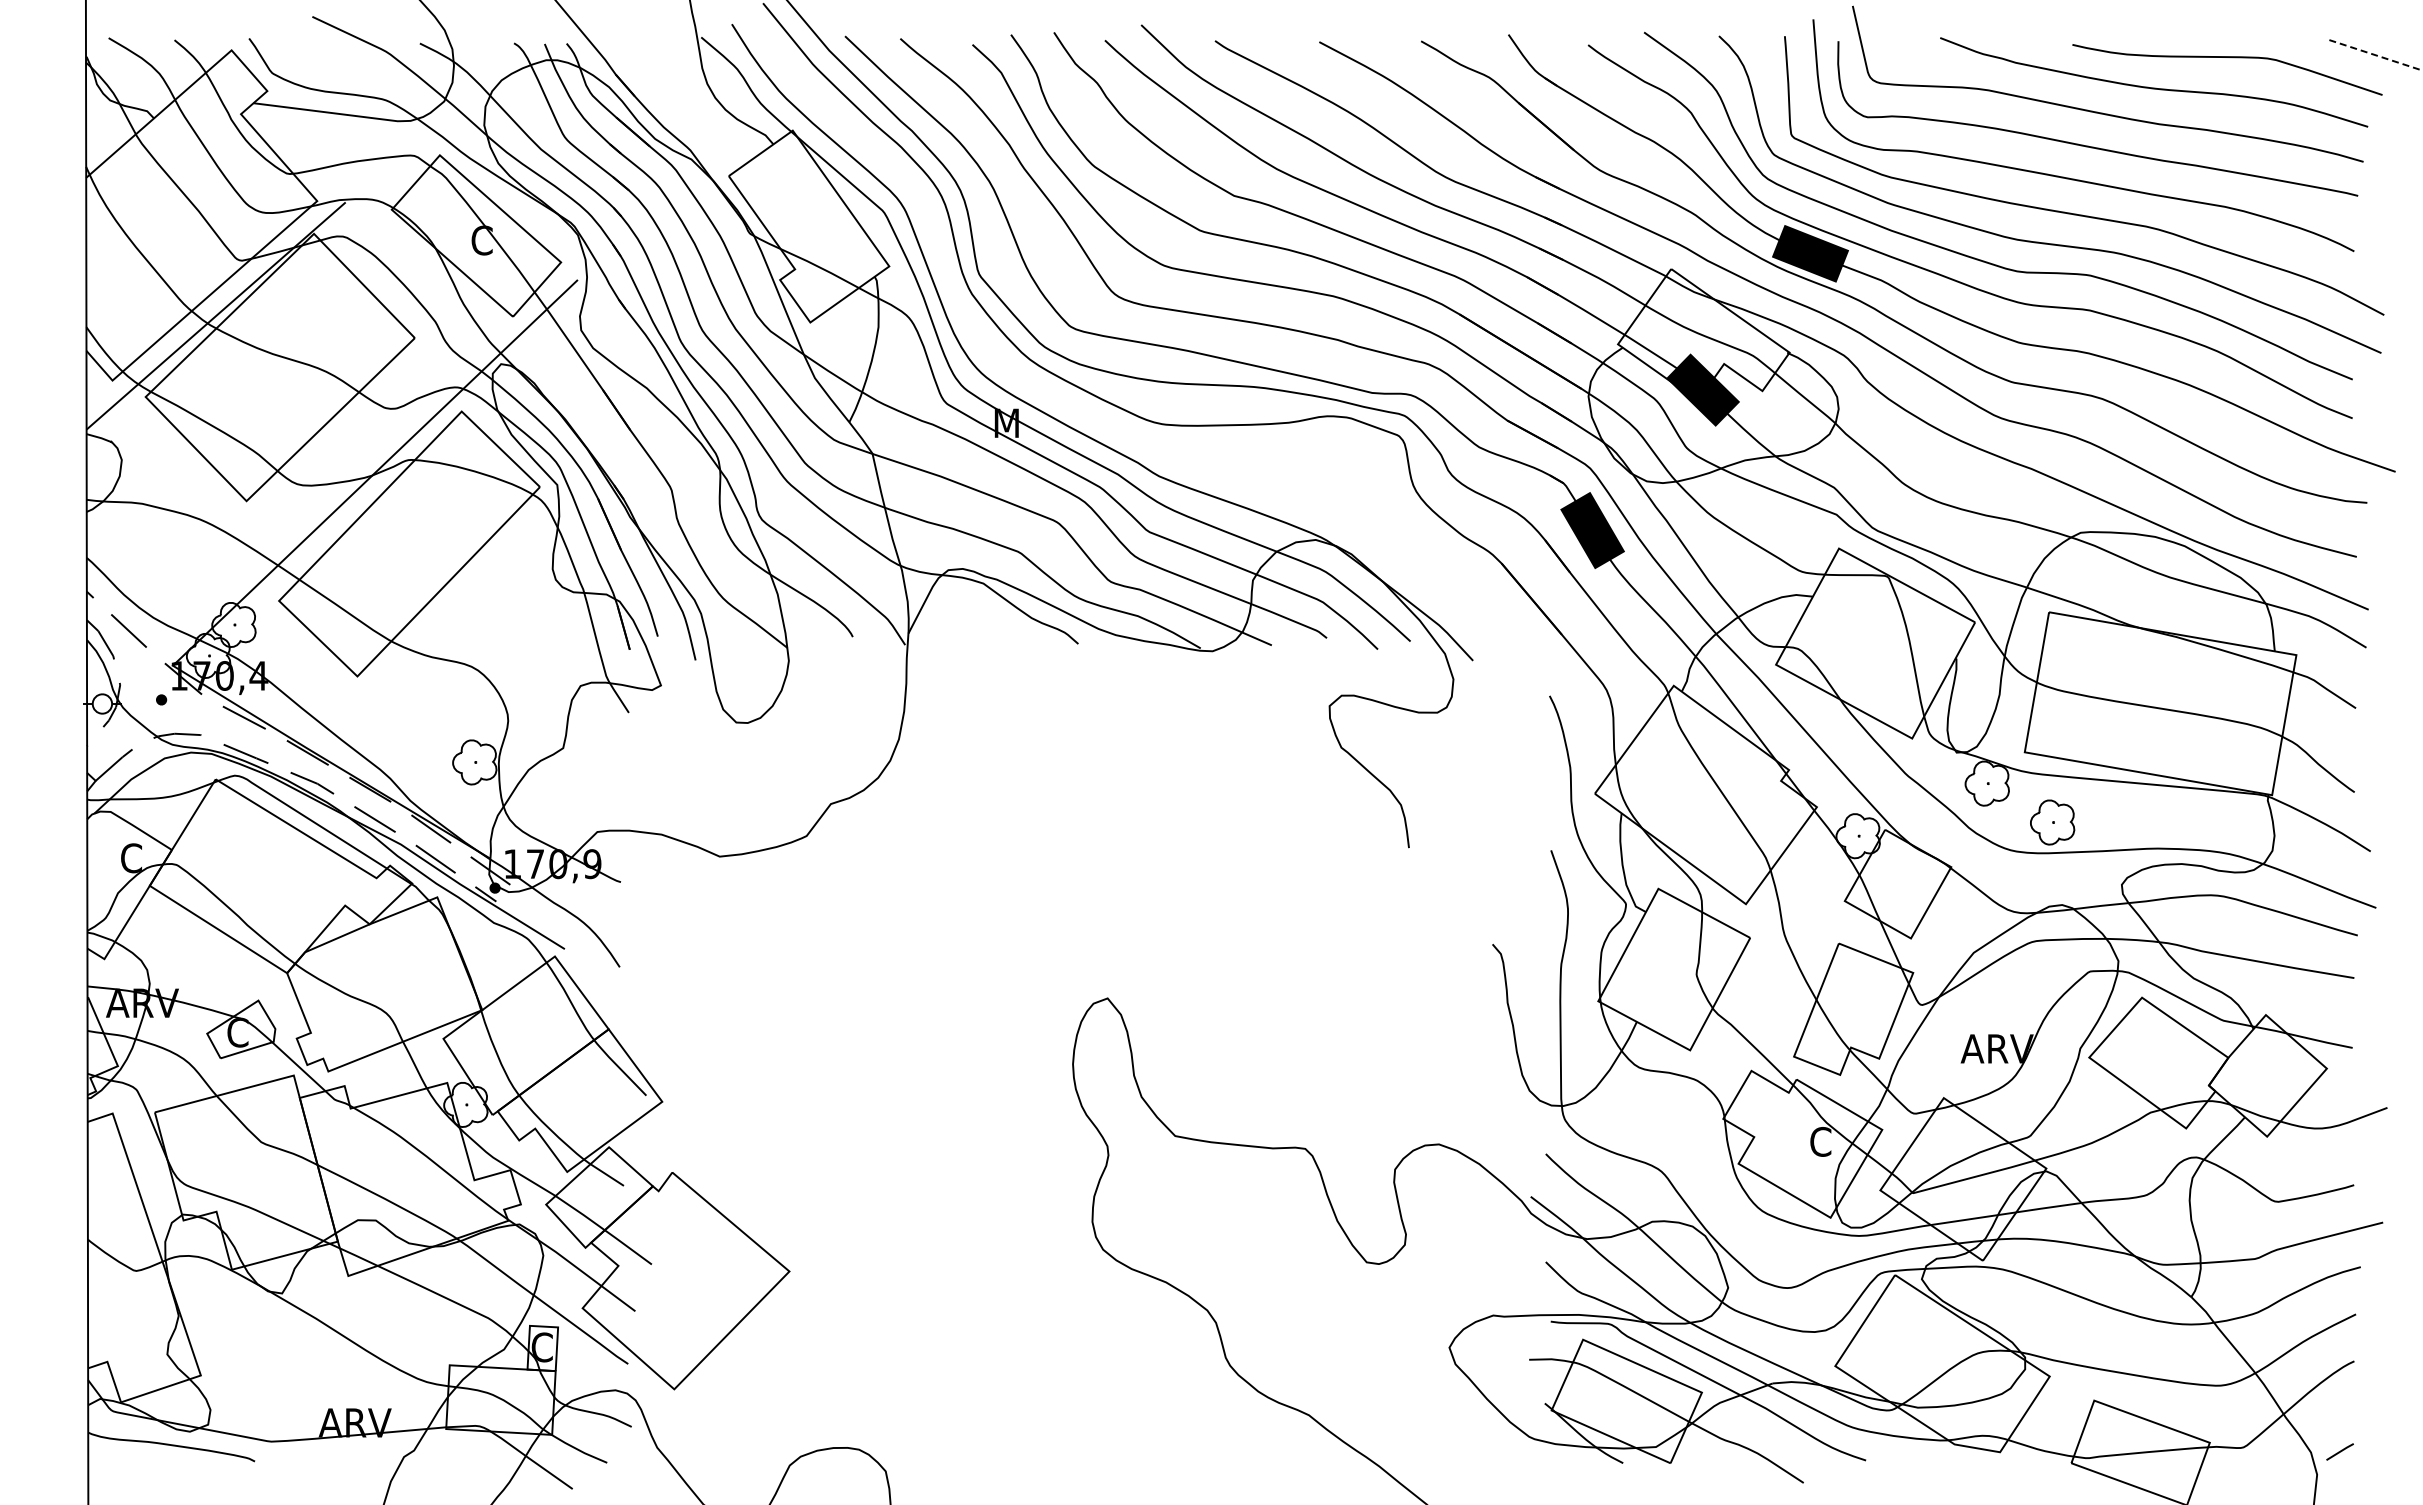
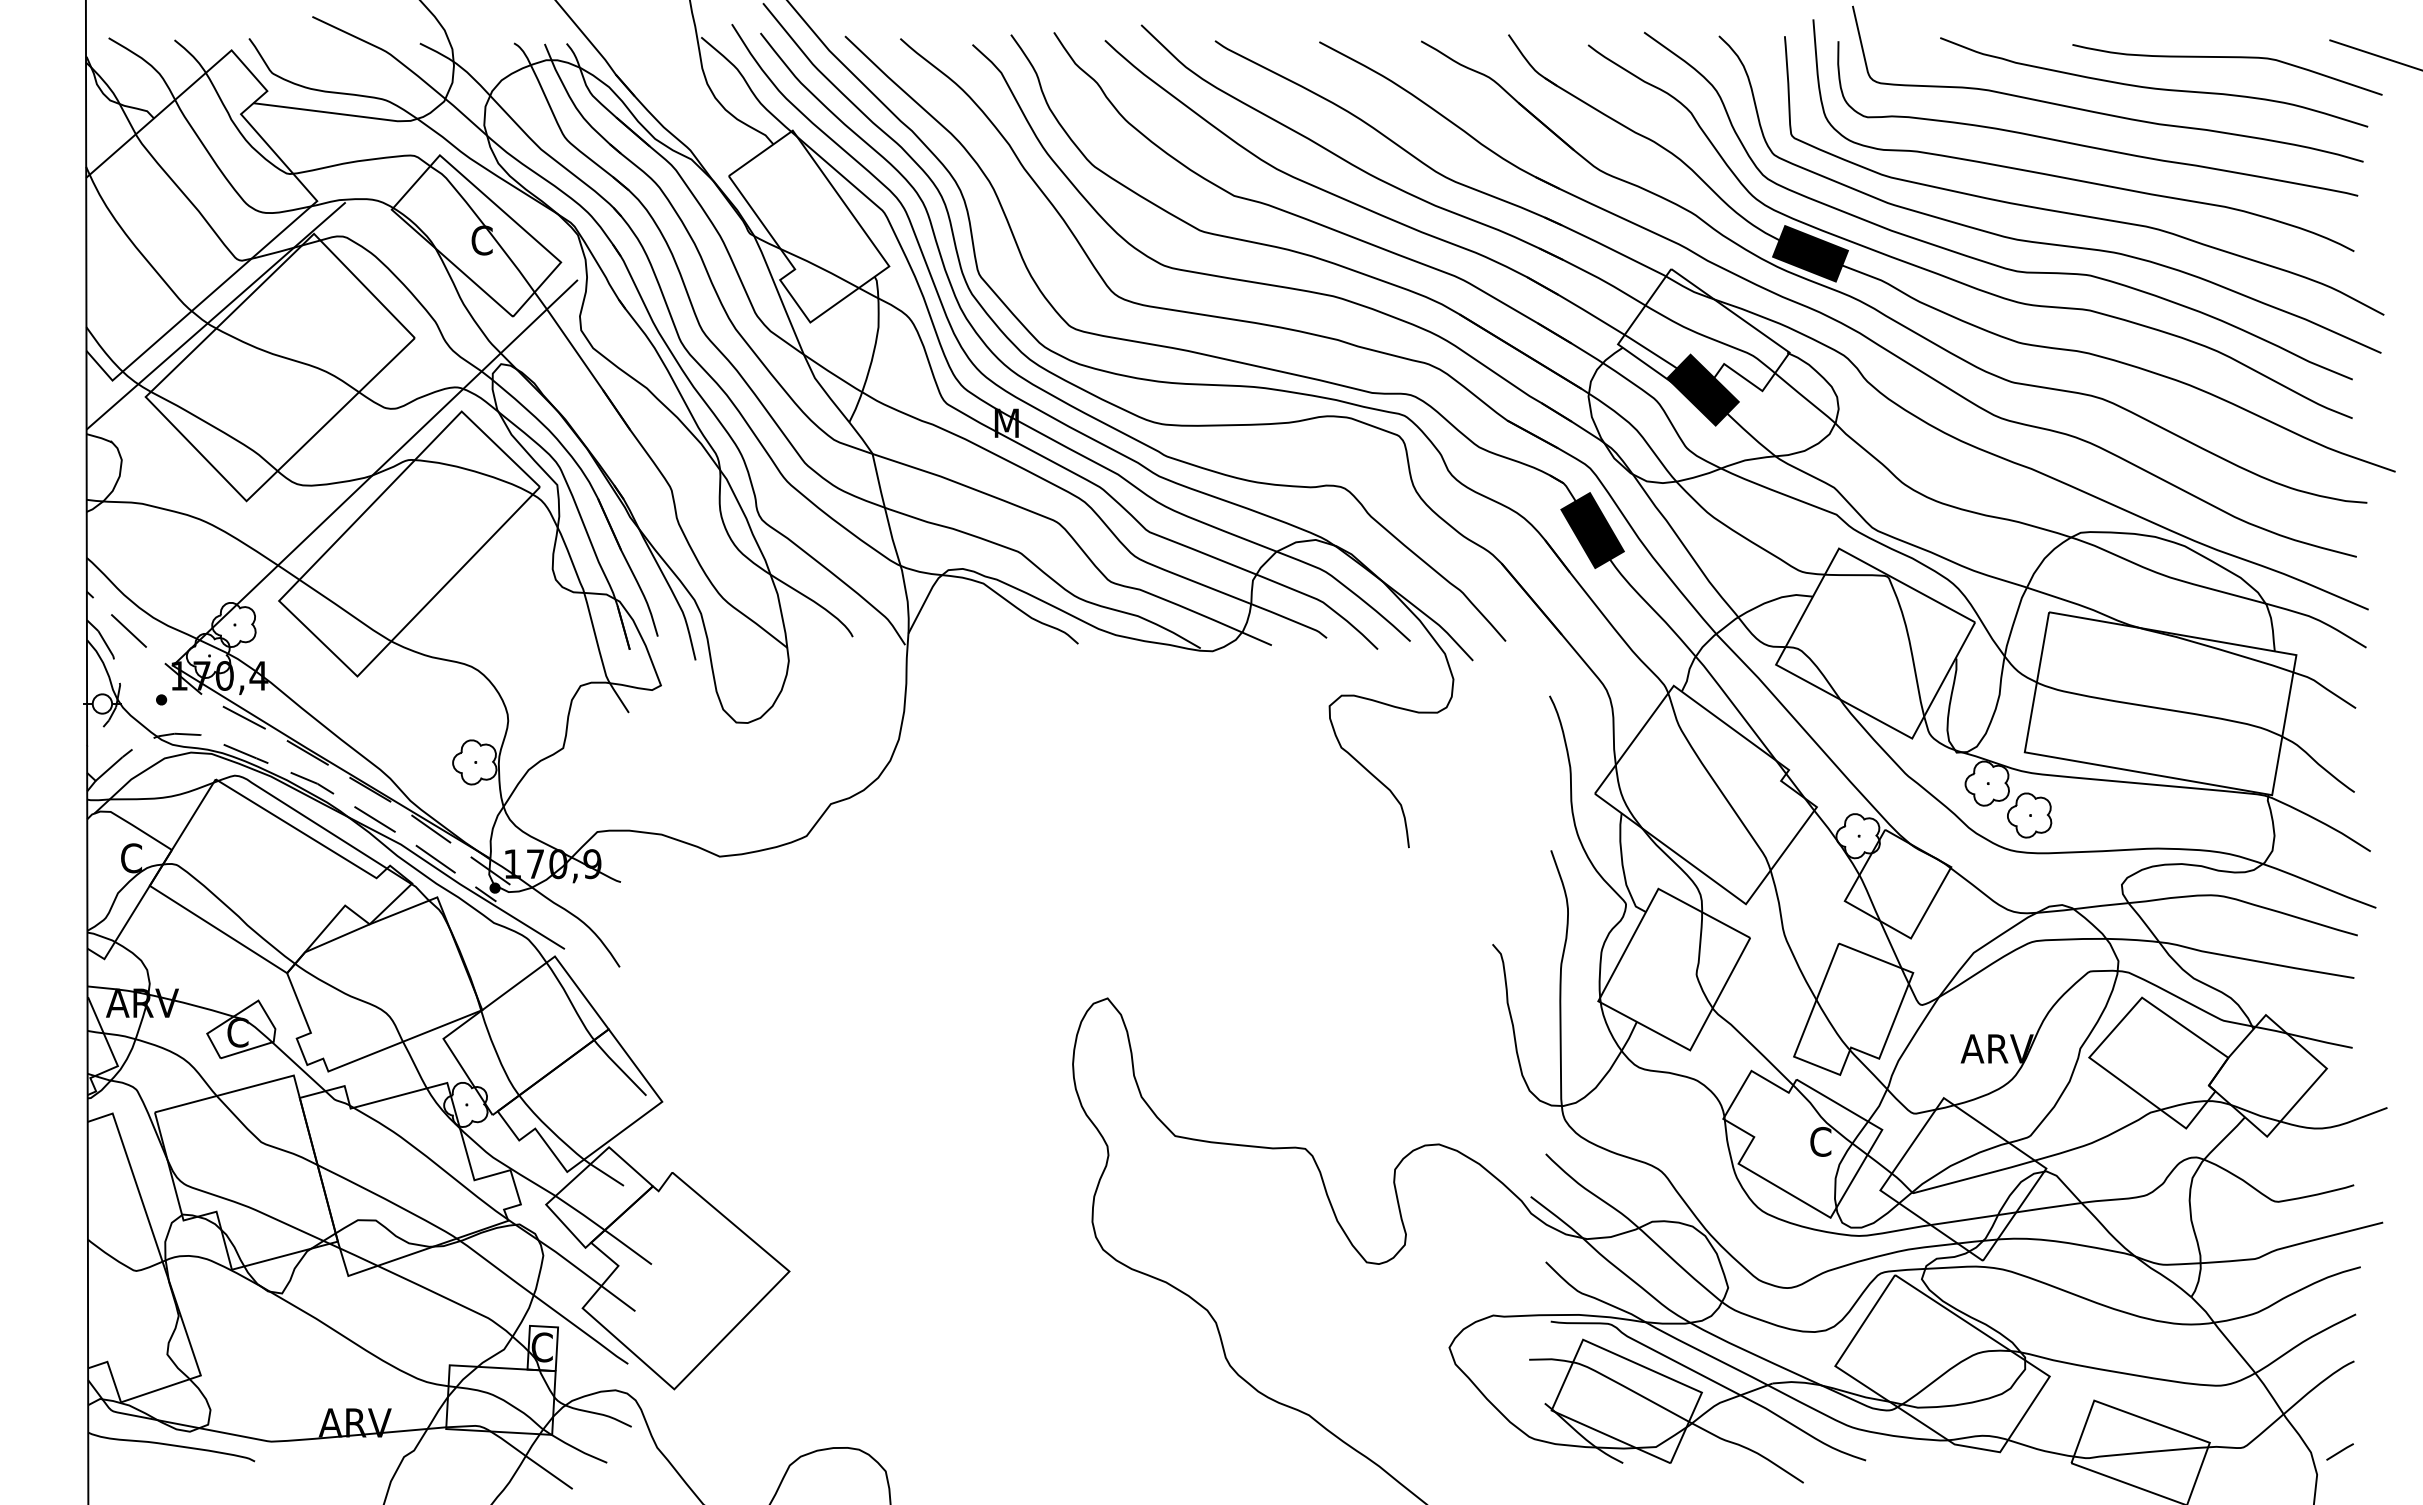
line at (2375, 55): dashed -> solid
curve at (1093, 416): none -> present
part at (2052, 822) position: (2052, 822) -> (2029, 815)
